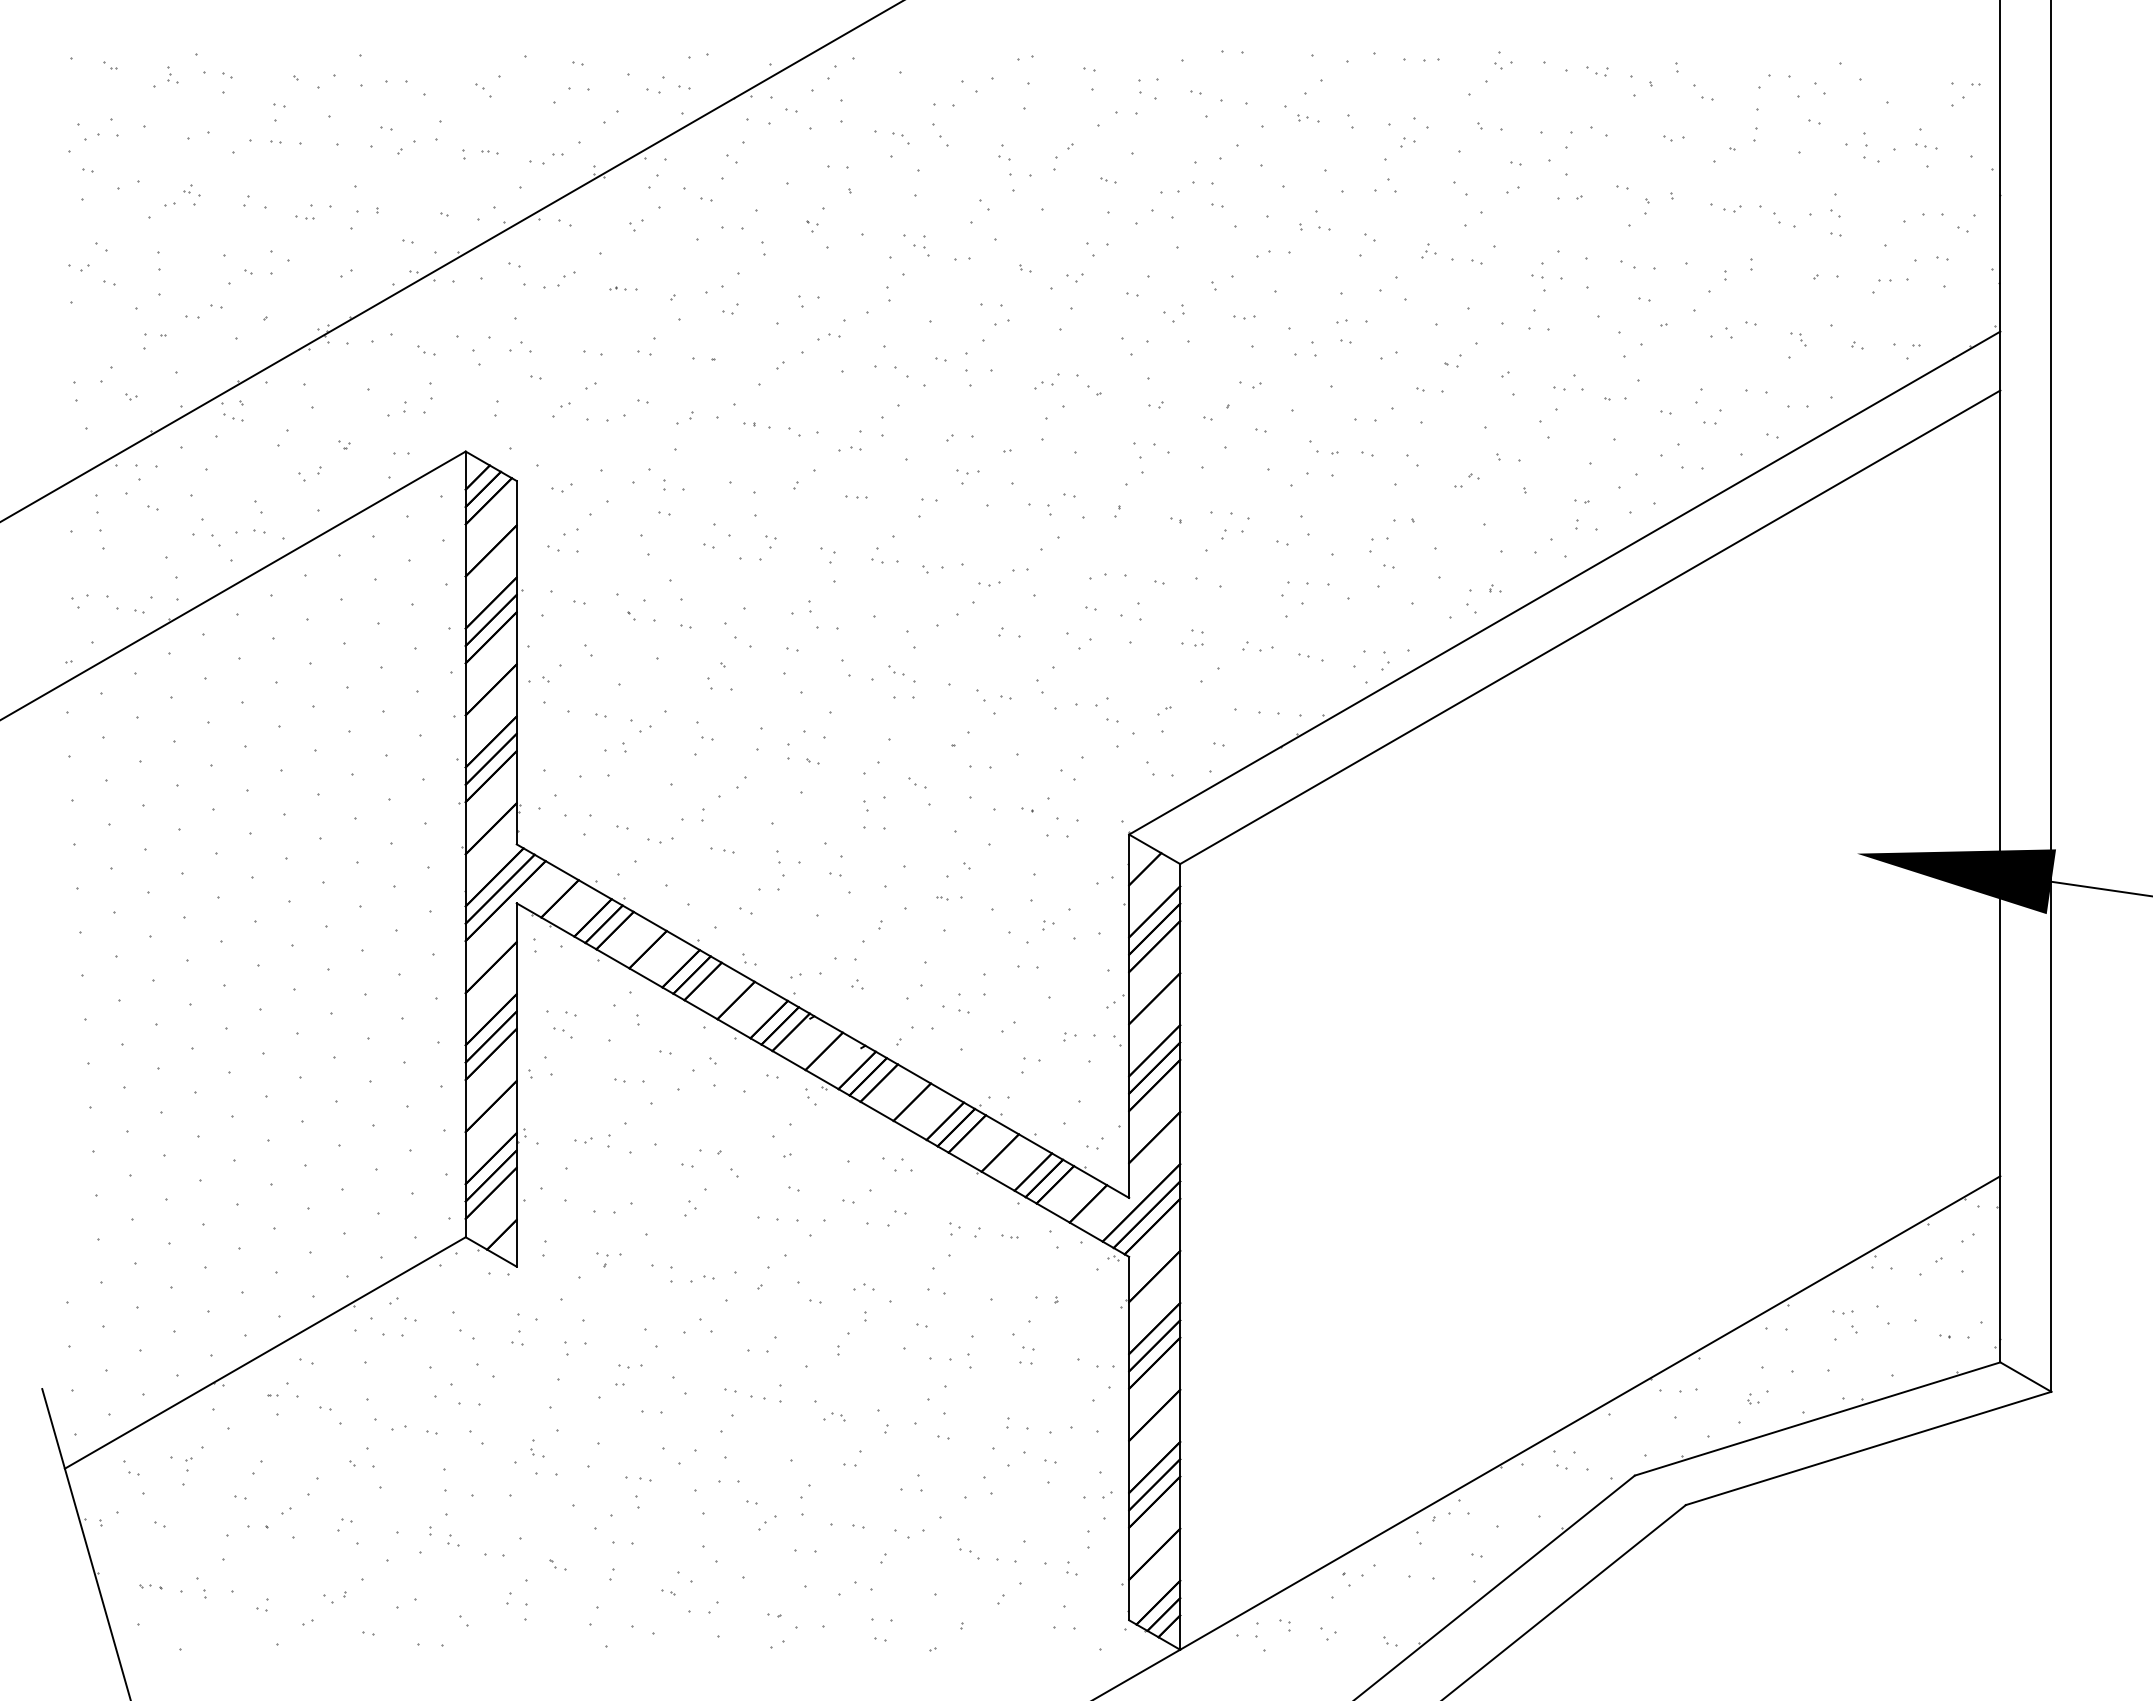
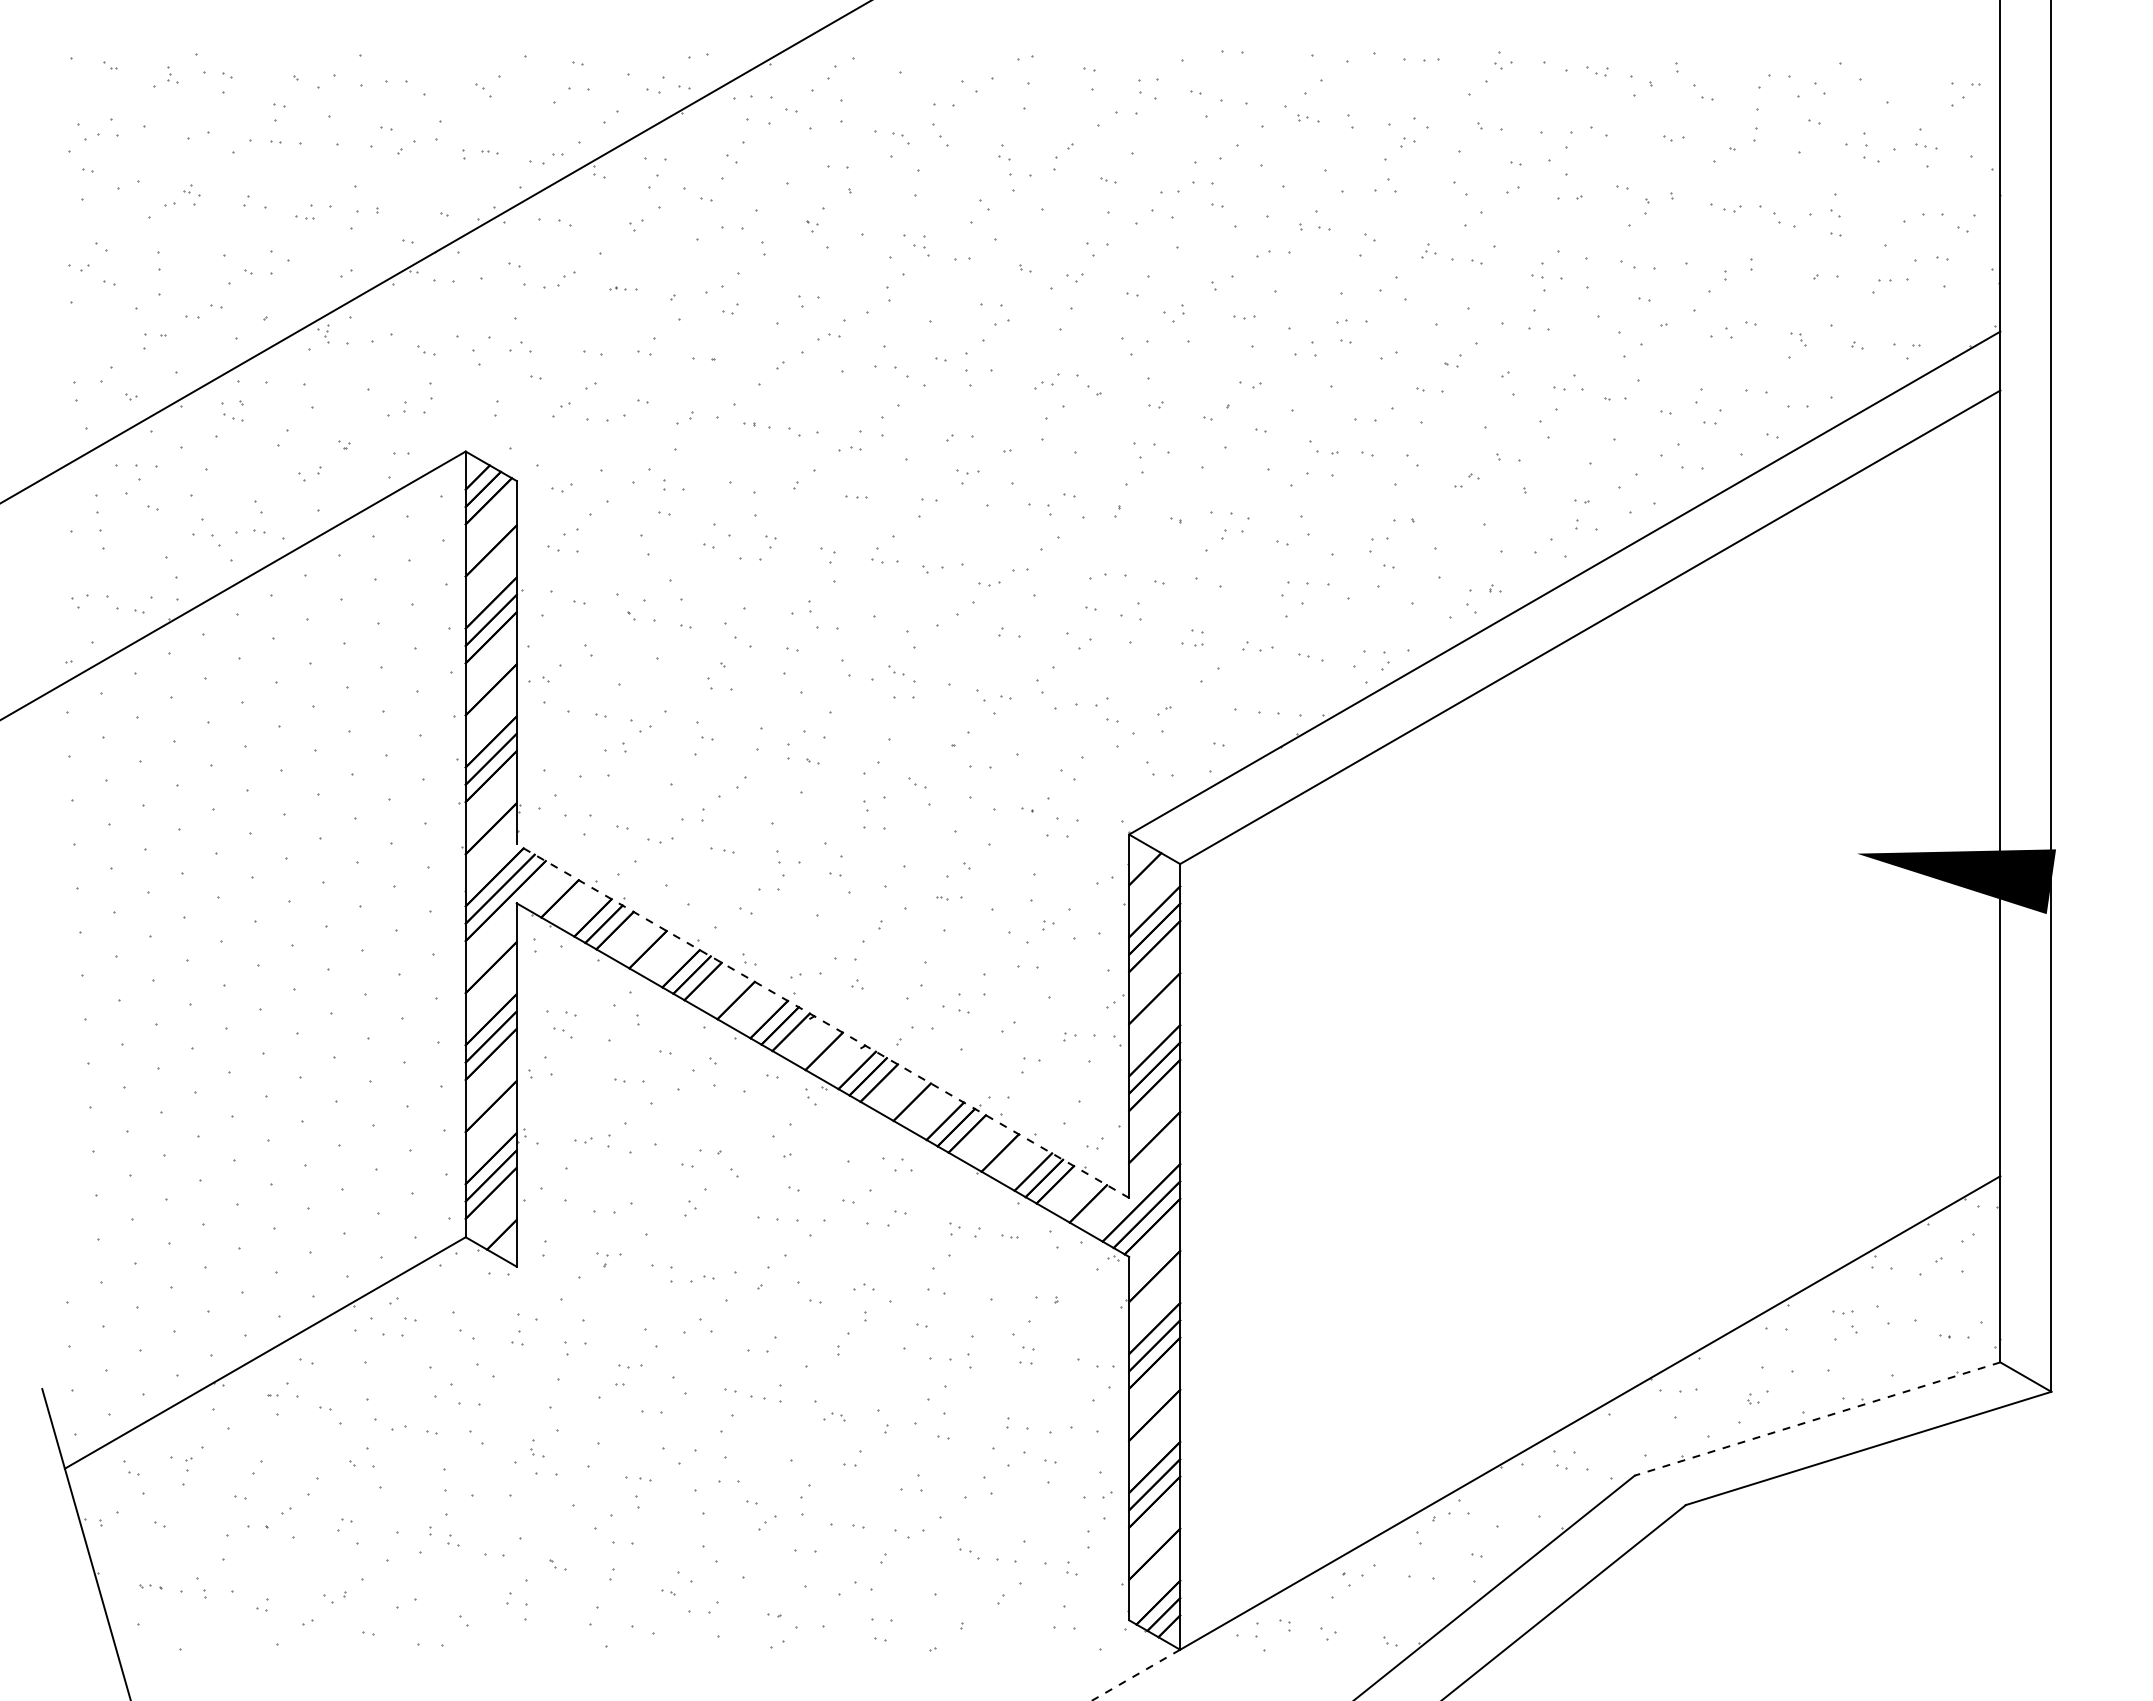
line at (451, 261) position: (451, 261) -> (435, 252)
line at (2100, 888): present -> none
line at (822, 1021): solid -> dashed
line at (1817, 1419): solid -> dashed
line at (1136, 1675): solid -> dashed
